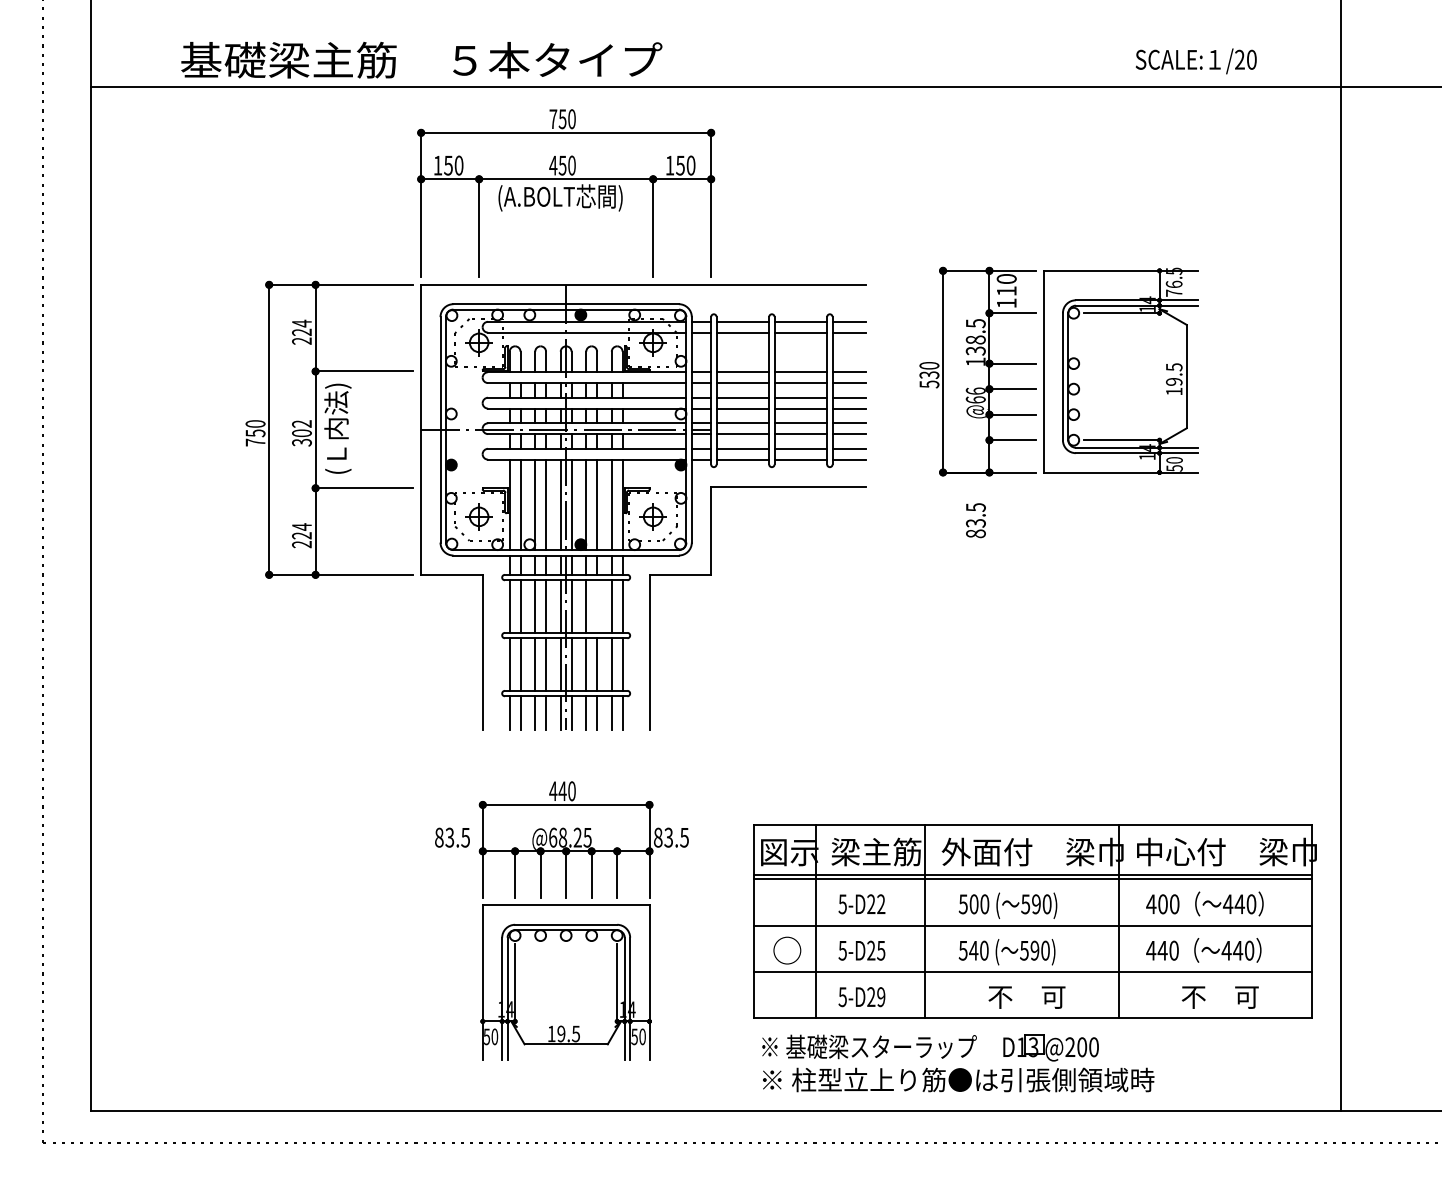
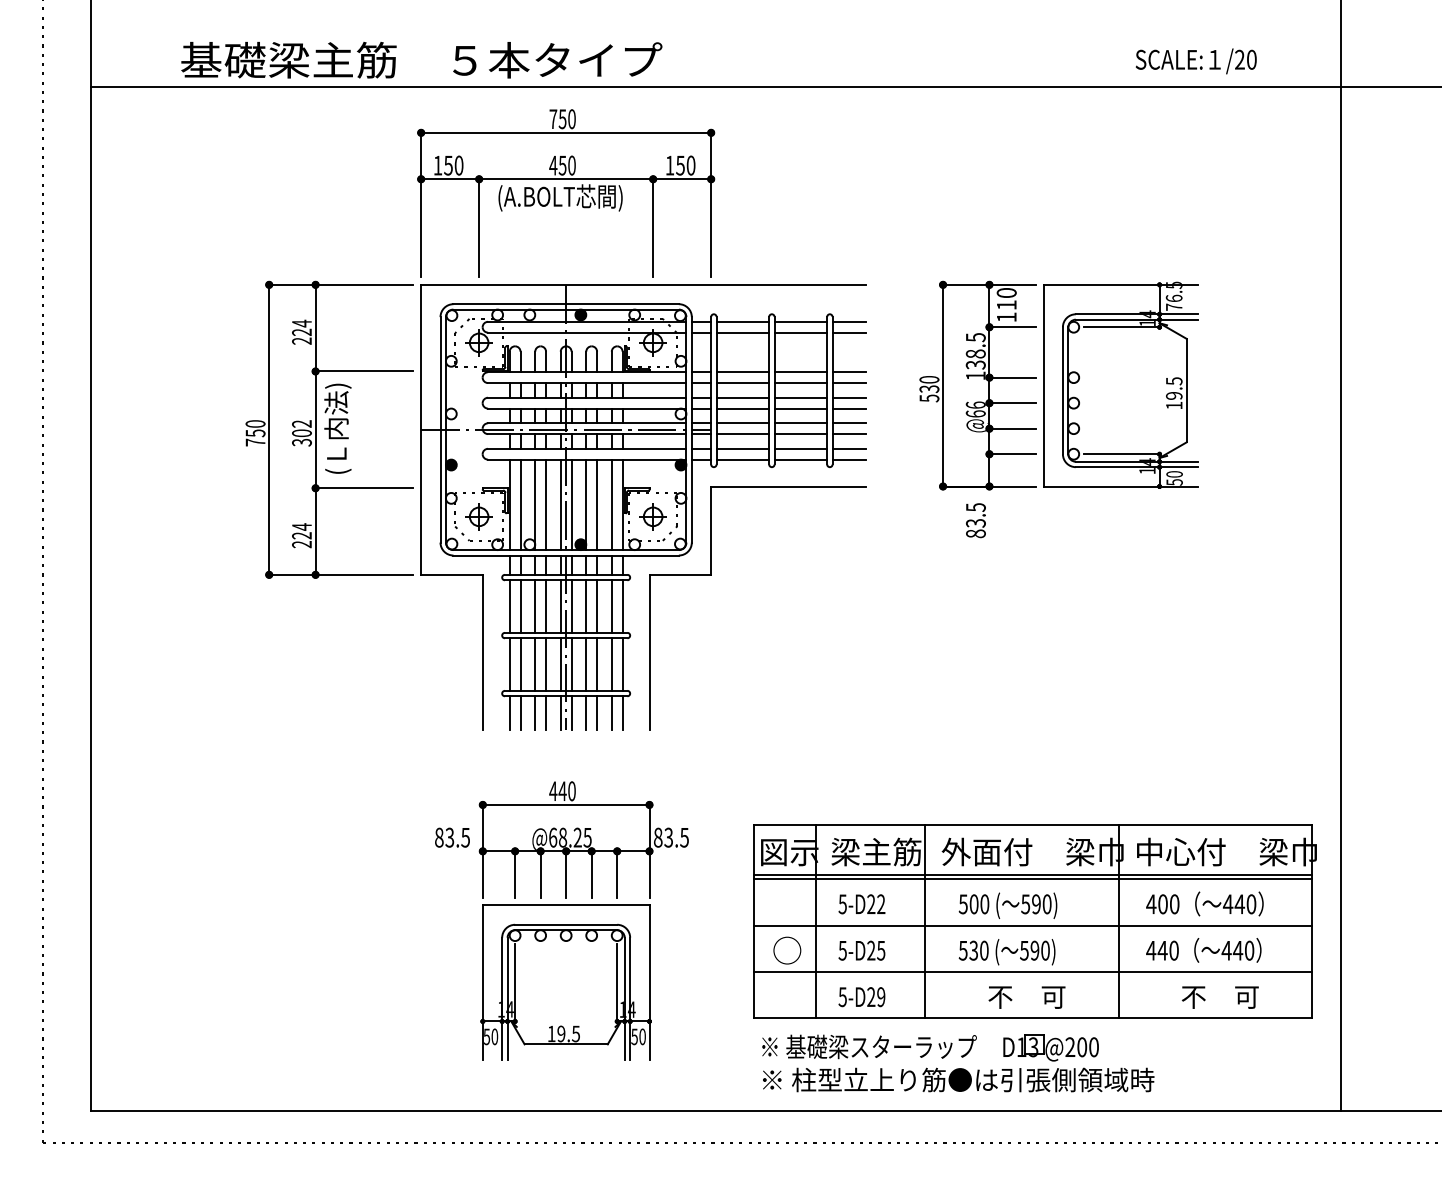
part at (1058, 371) position: (1058, 371) -> (1058, 385)
line at (597, 606): none -> present
text at (973, 950): 540 -> 530
